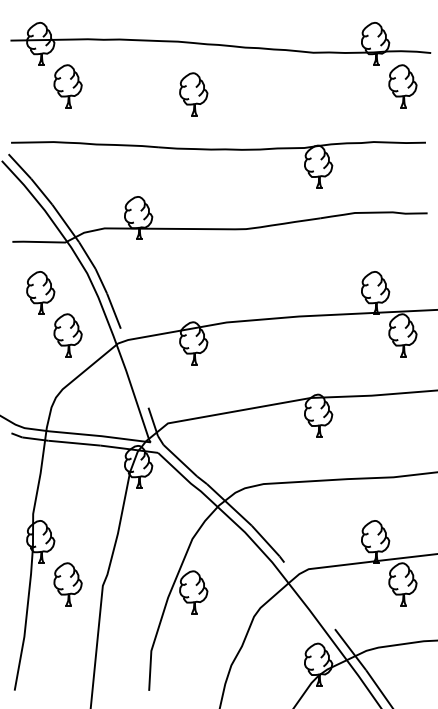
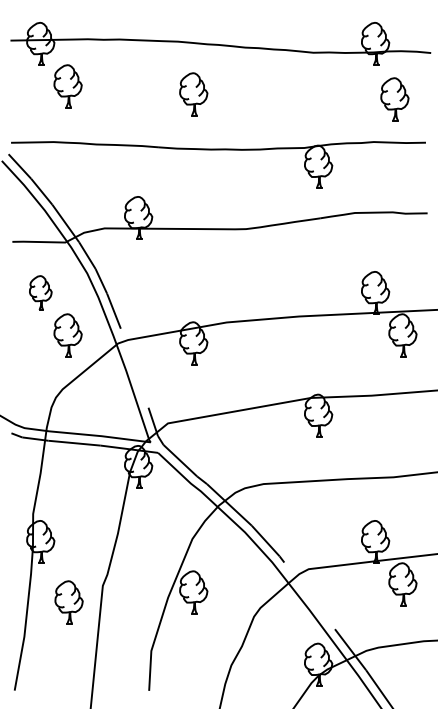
part at (402, 86) position: (402, 86) -> (394, 99)
part at (40, 292) size: 30x44 px -> 24x36 px
part at (67, 584) position: (67, 584) -> (68, 602)
